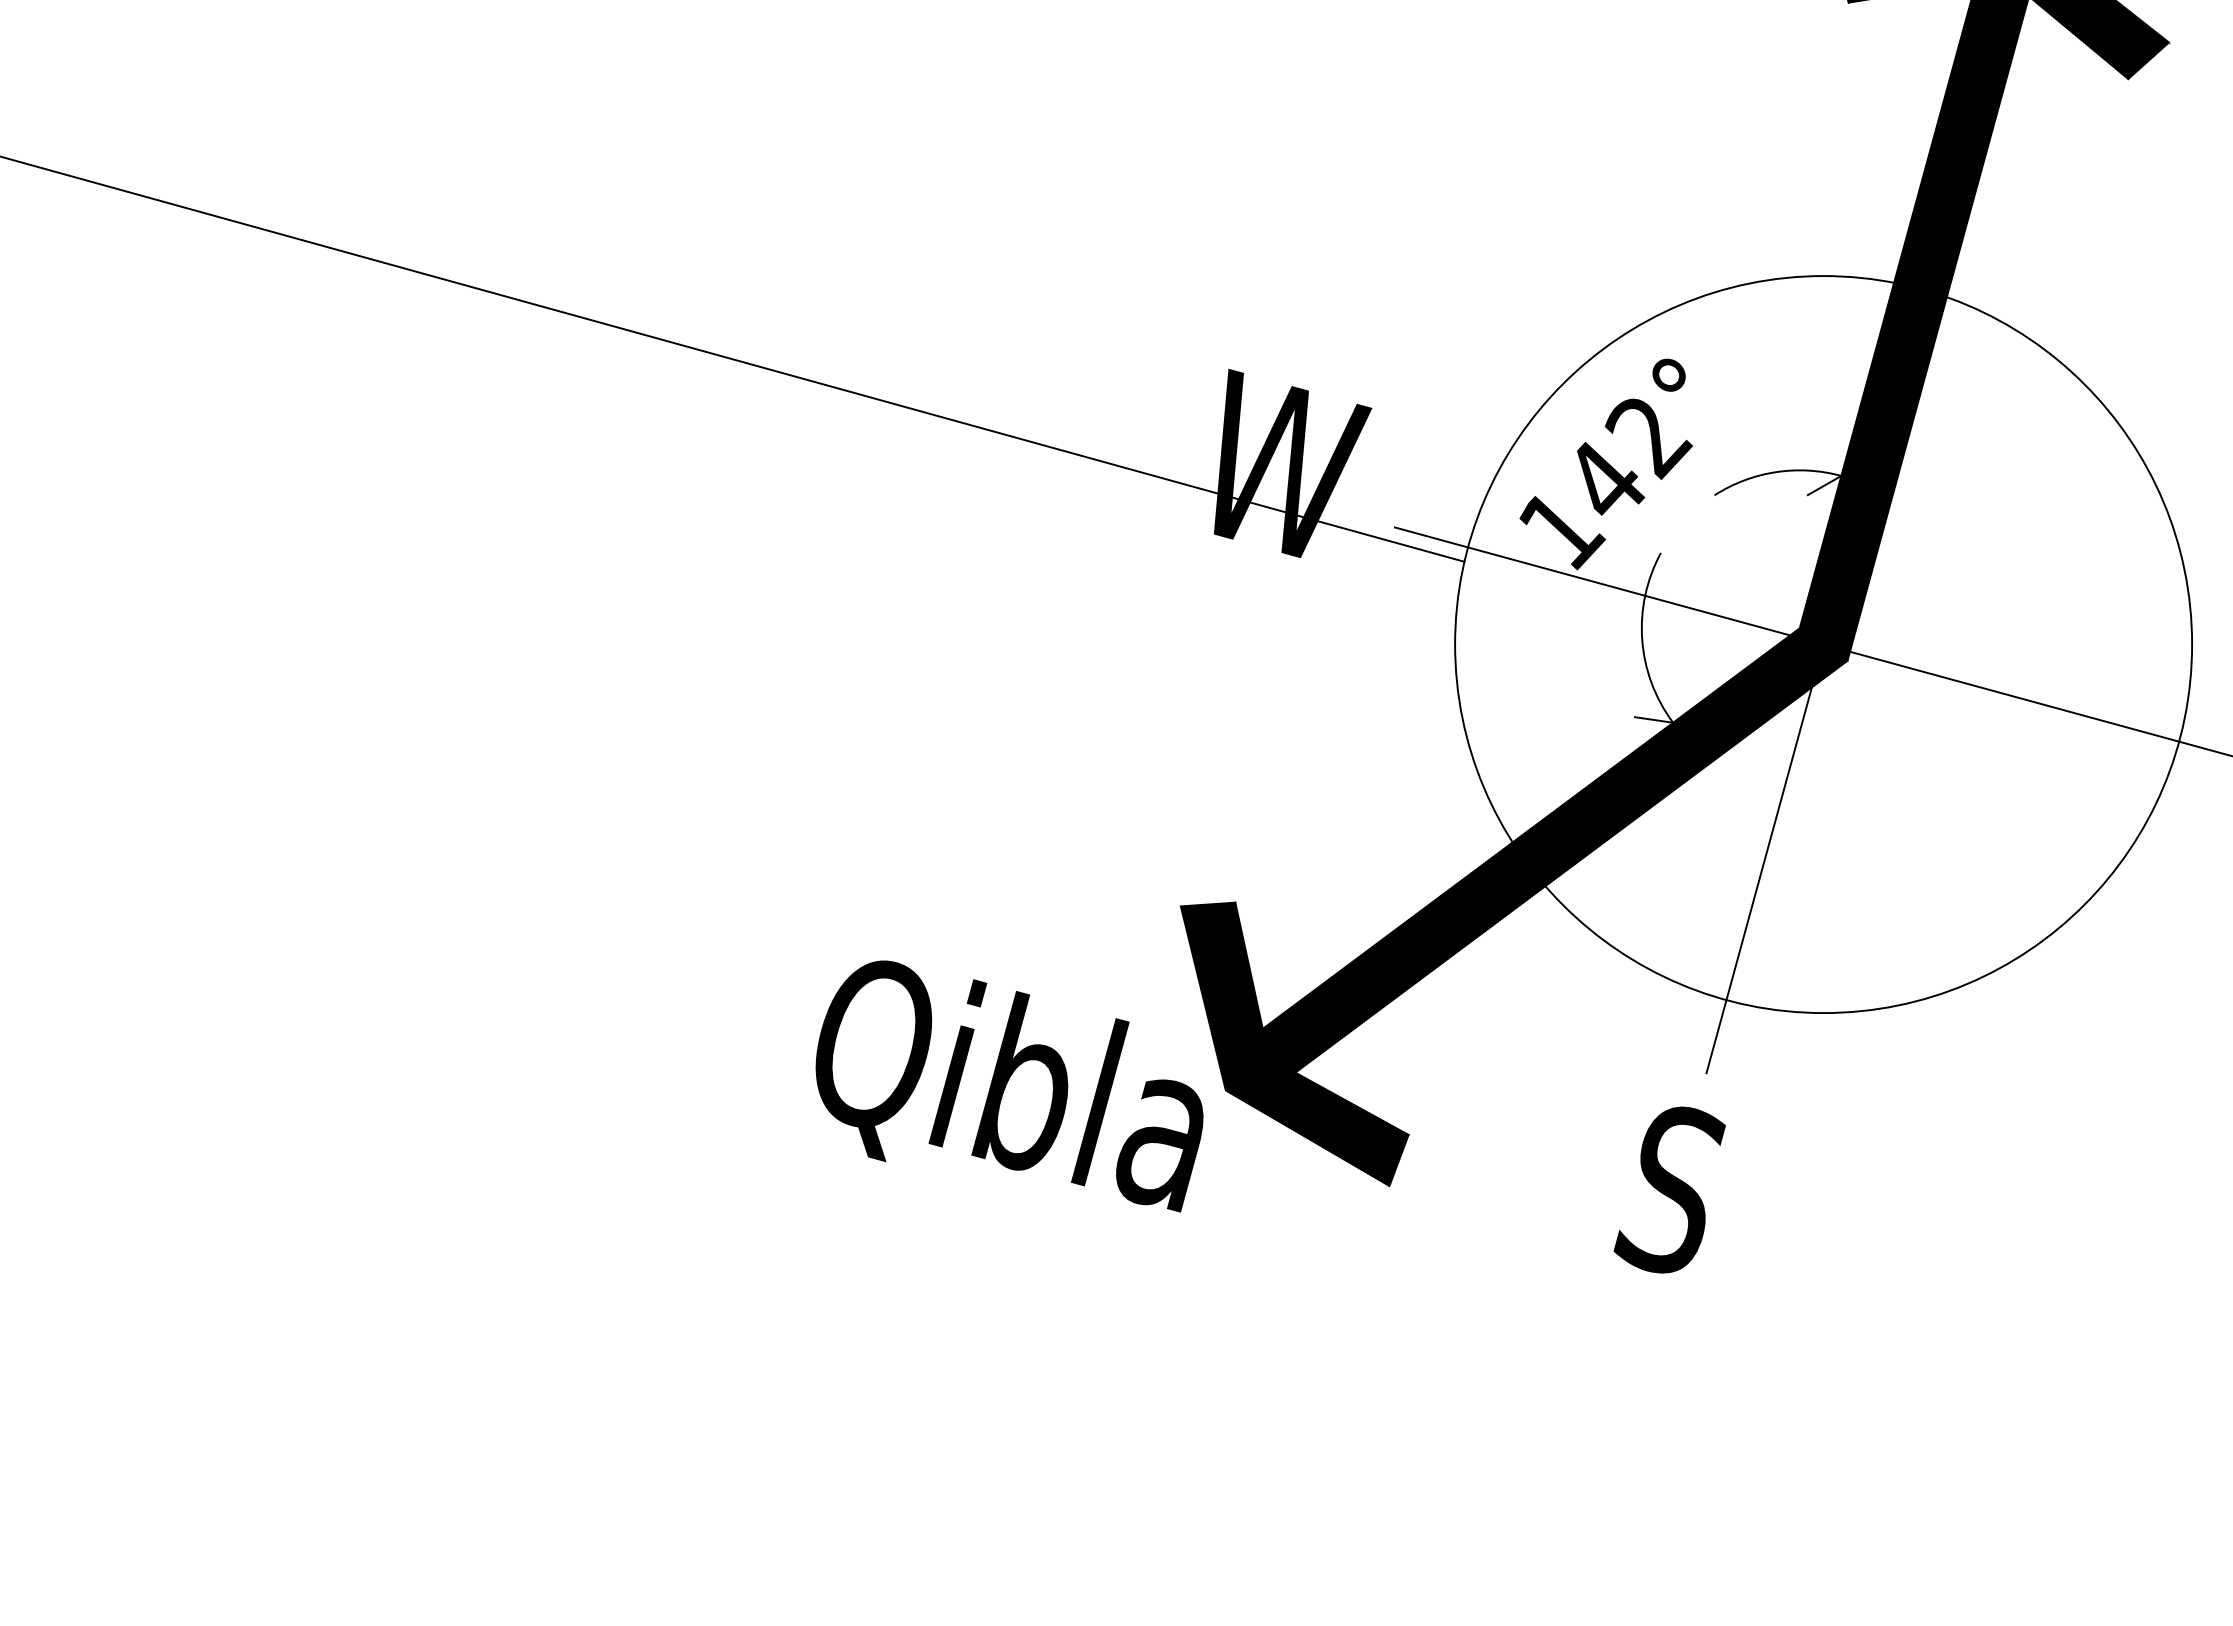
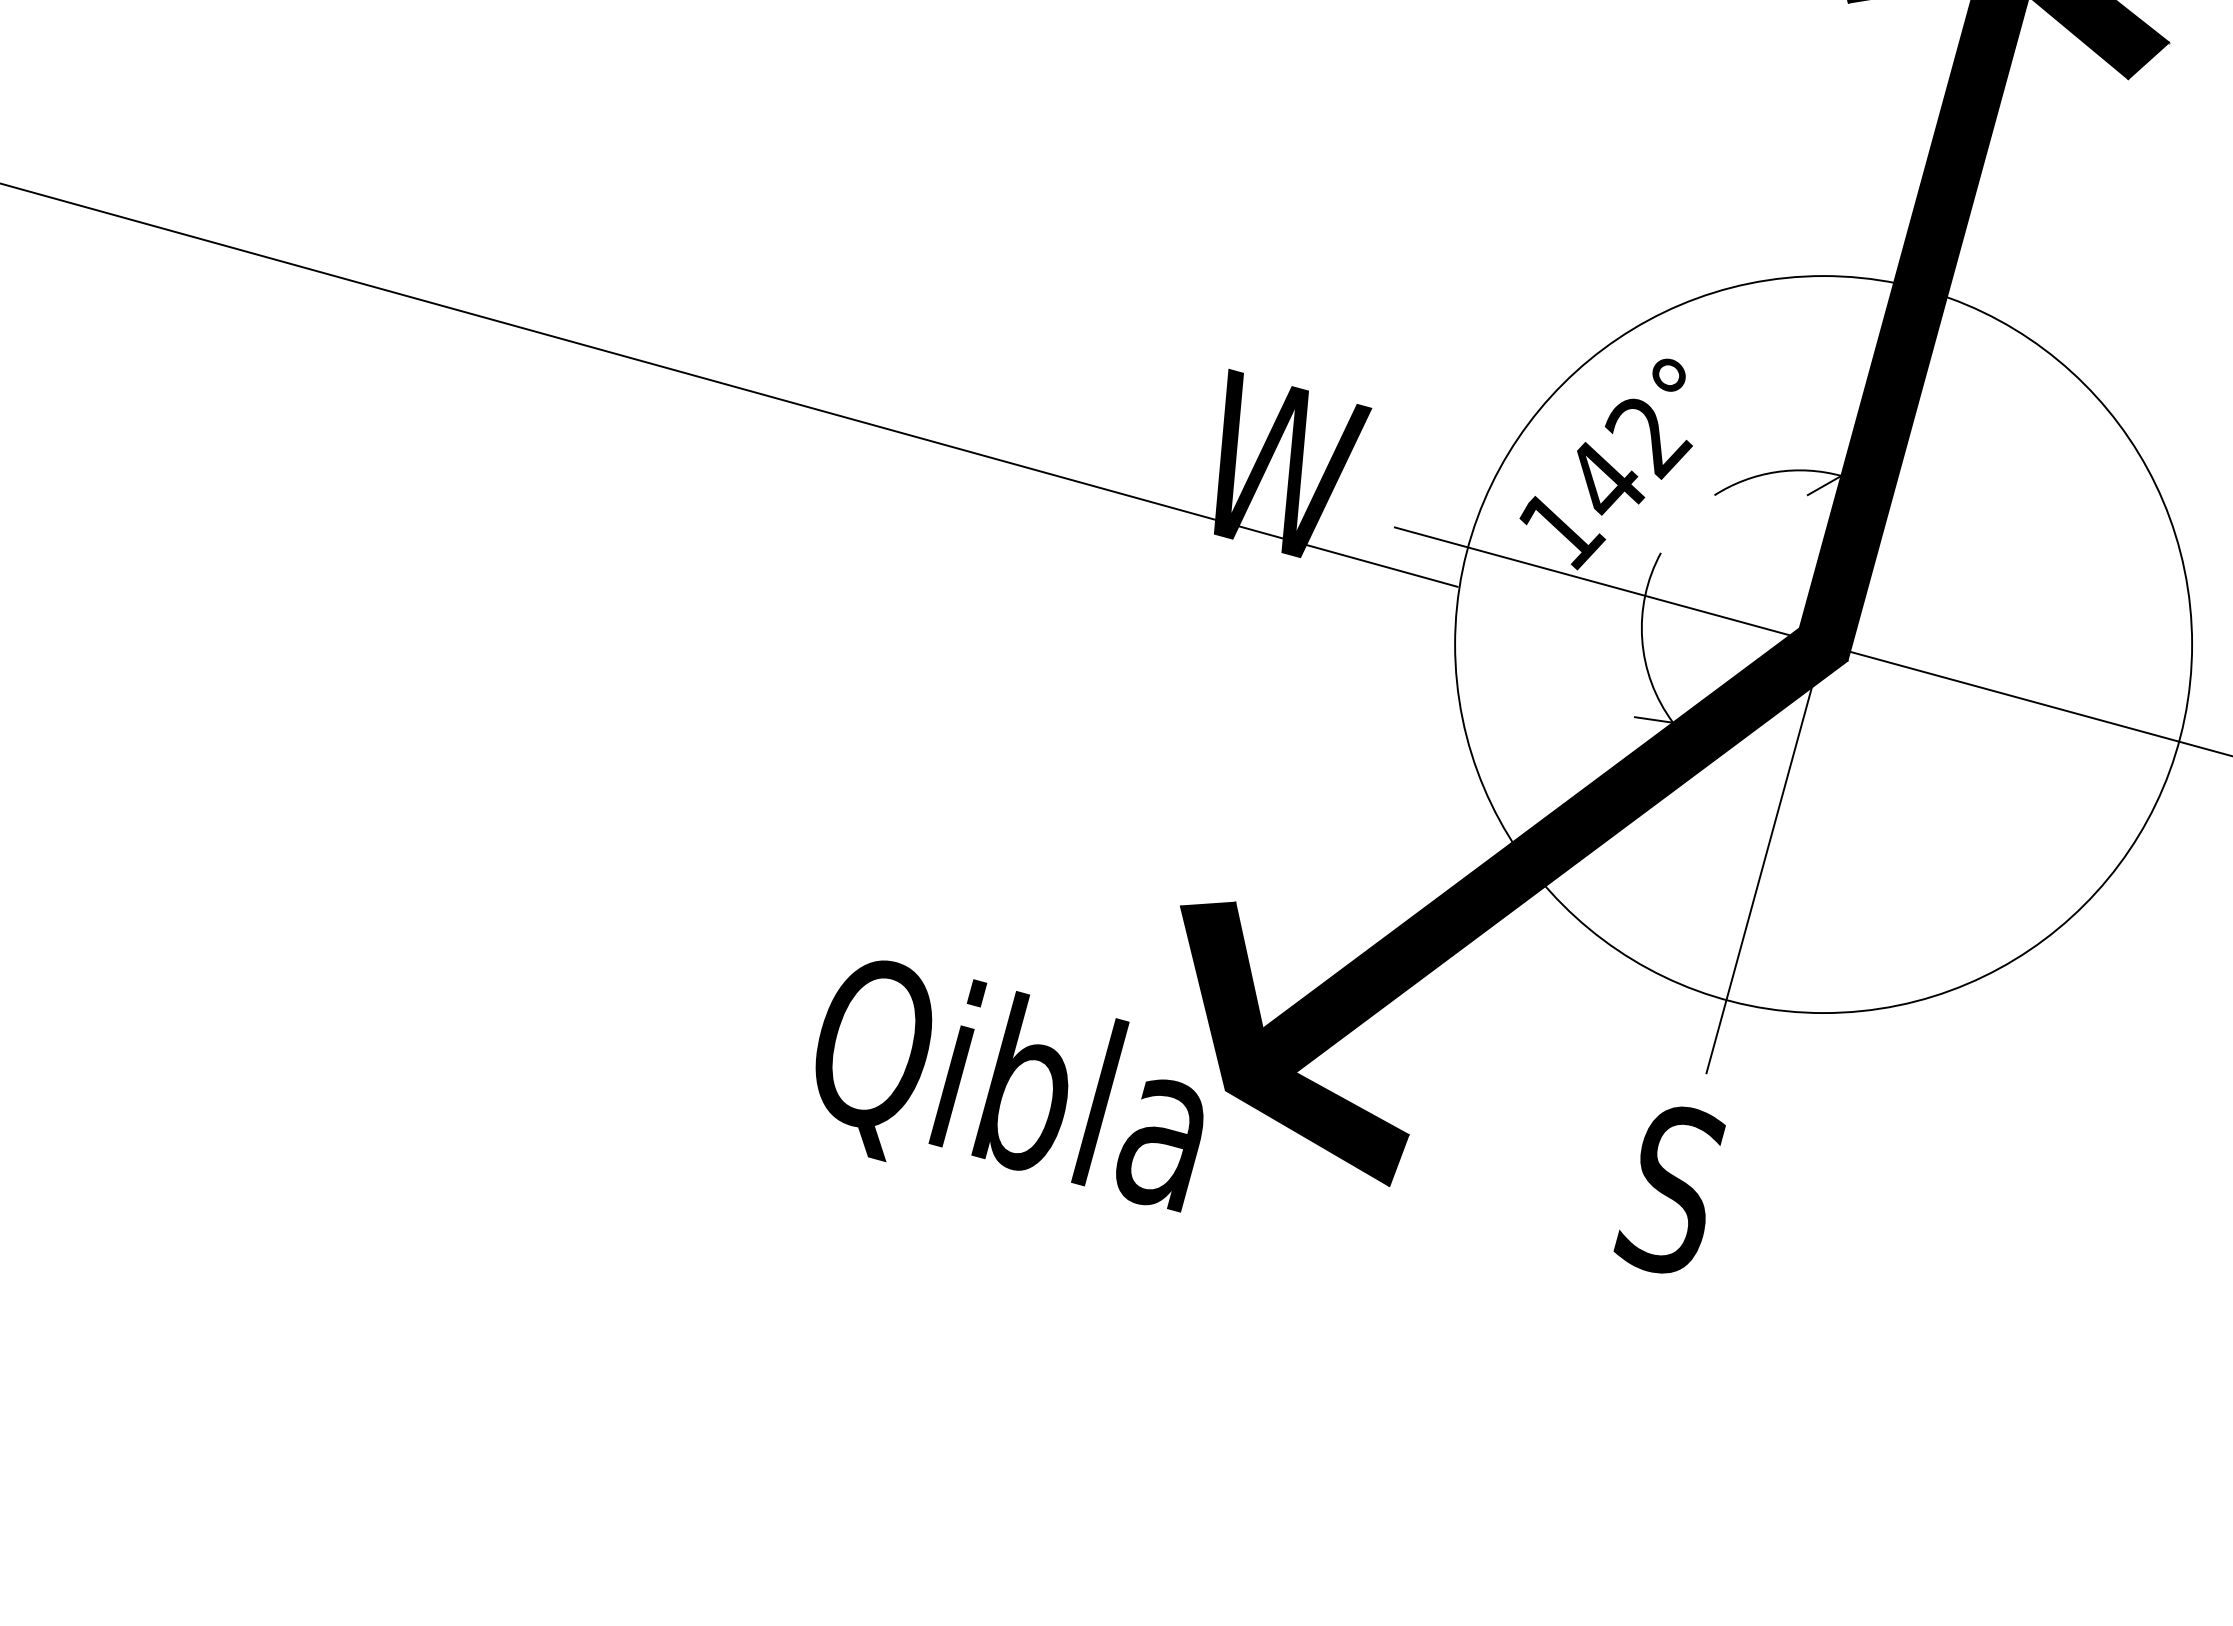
line at (733, 359) position: (733, 359) -> (729, 385)
